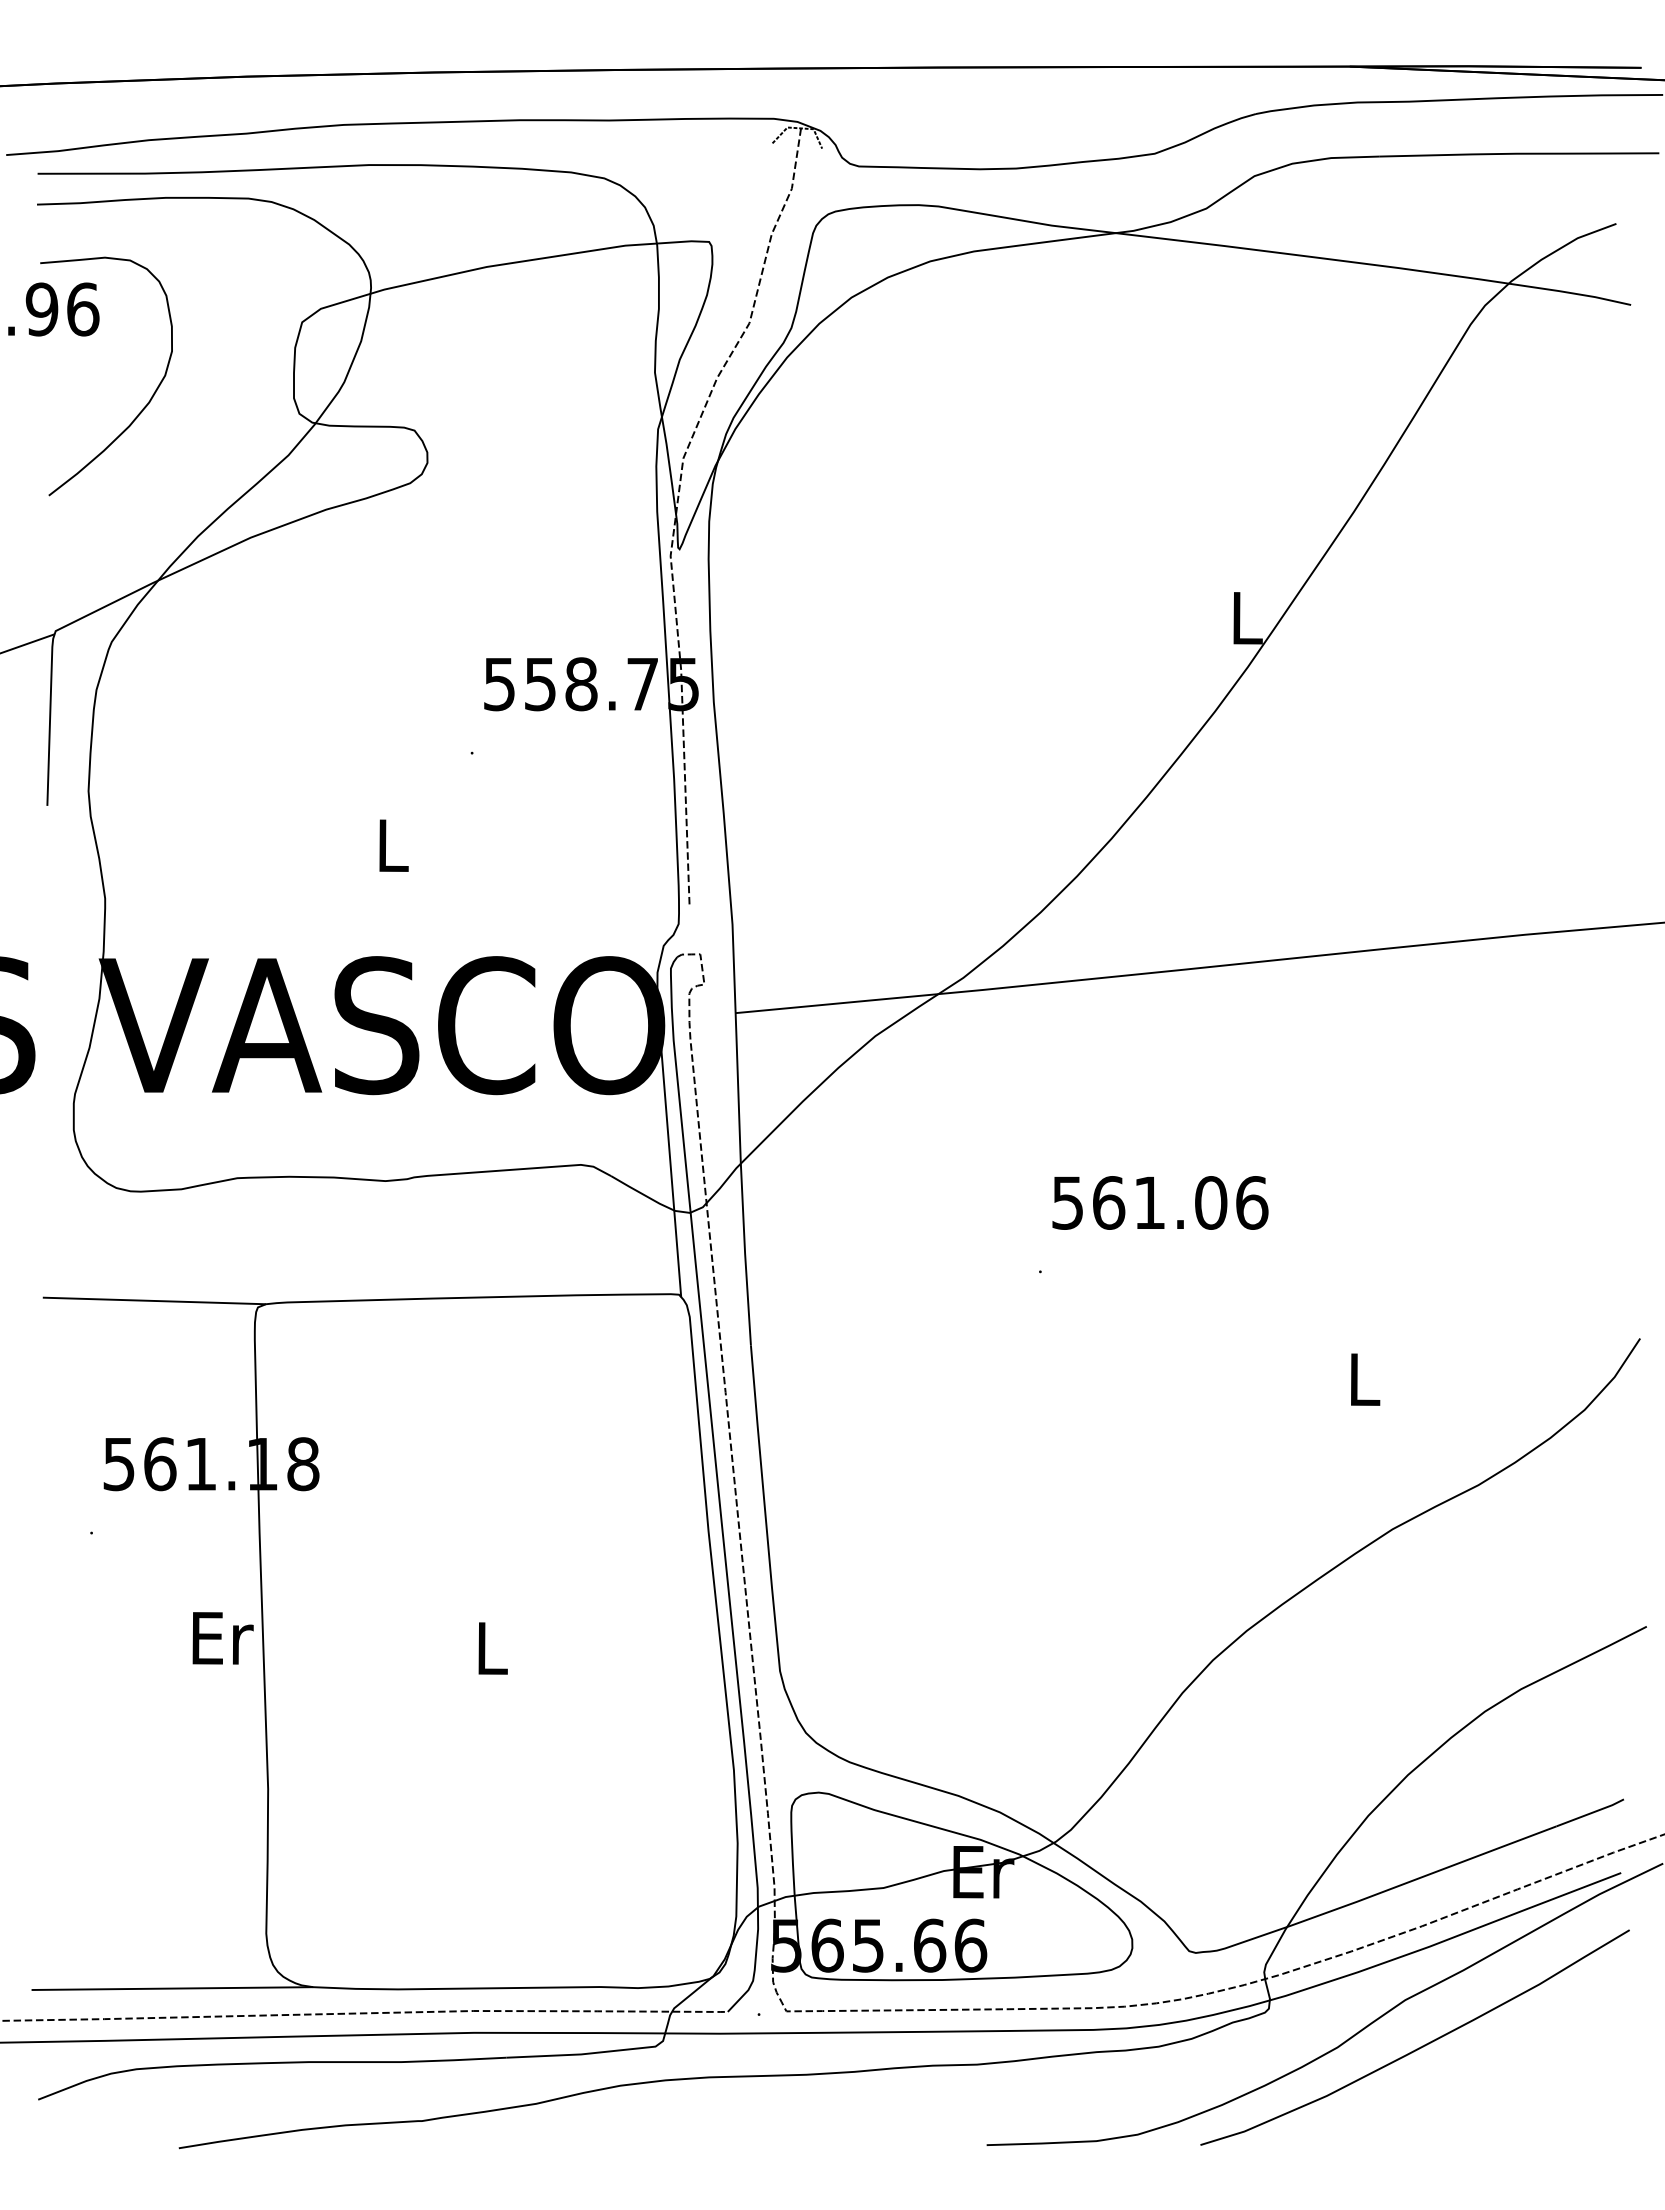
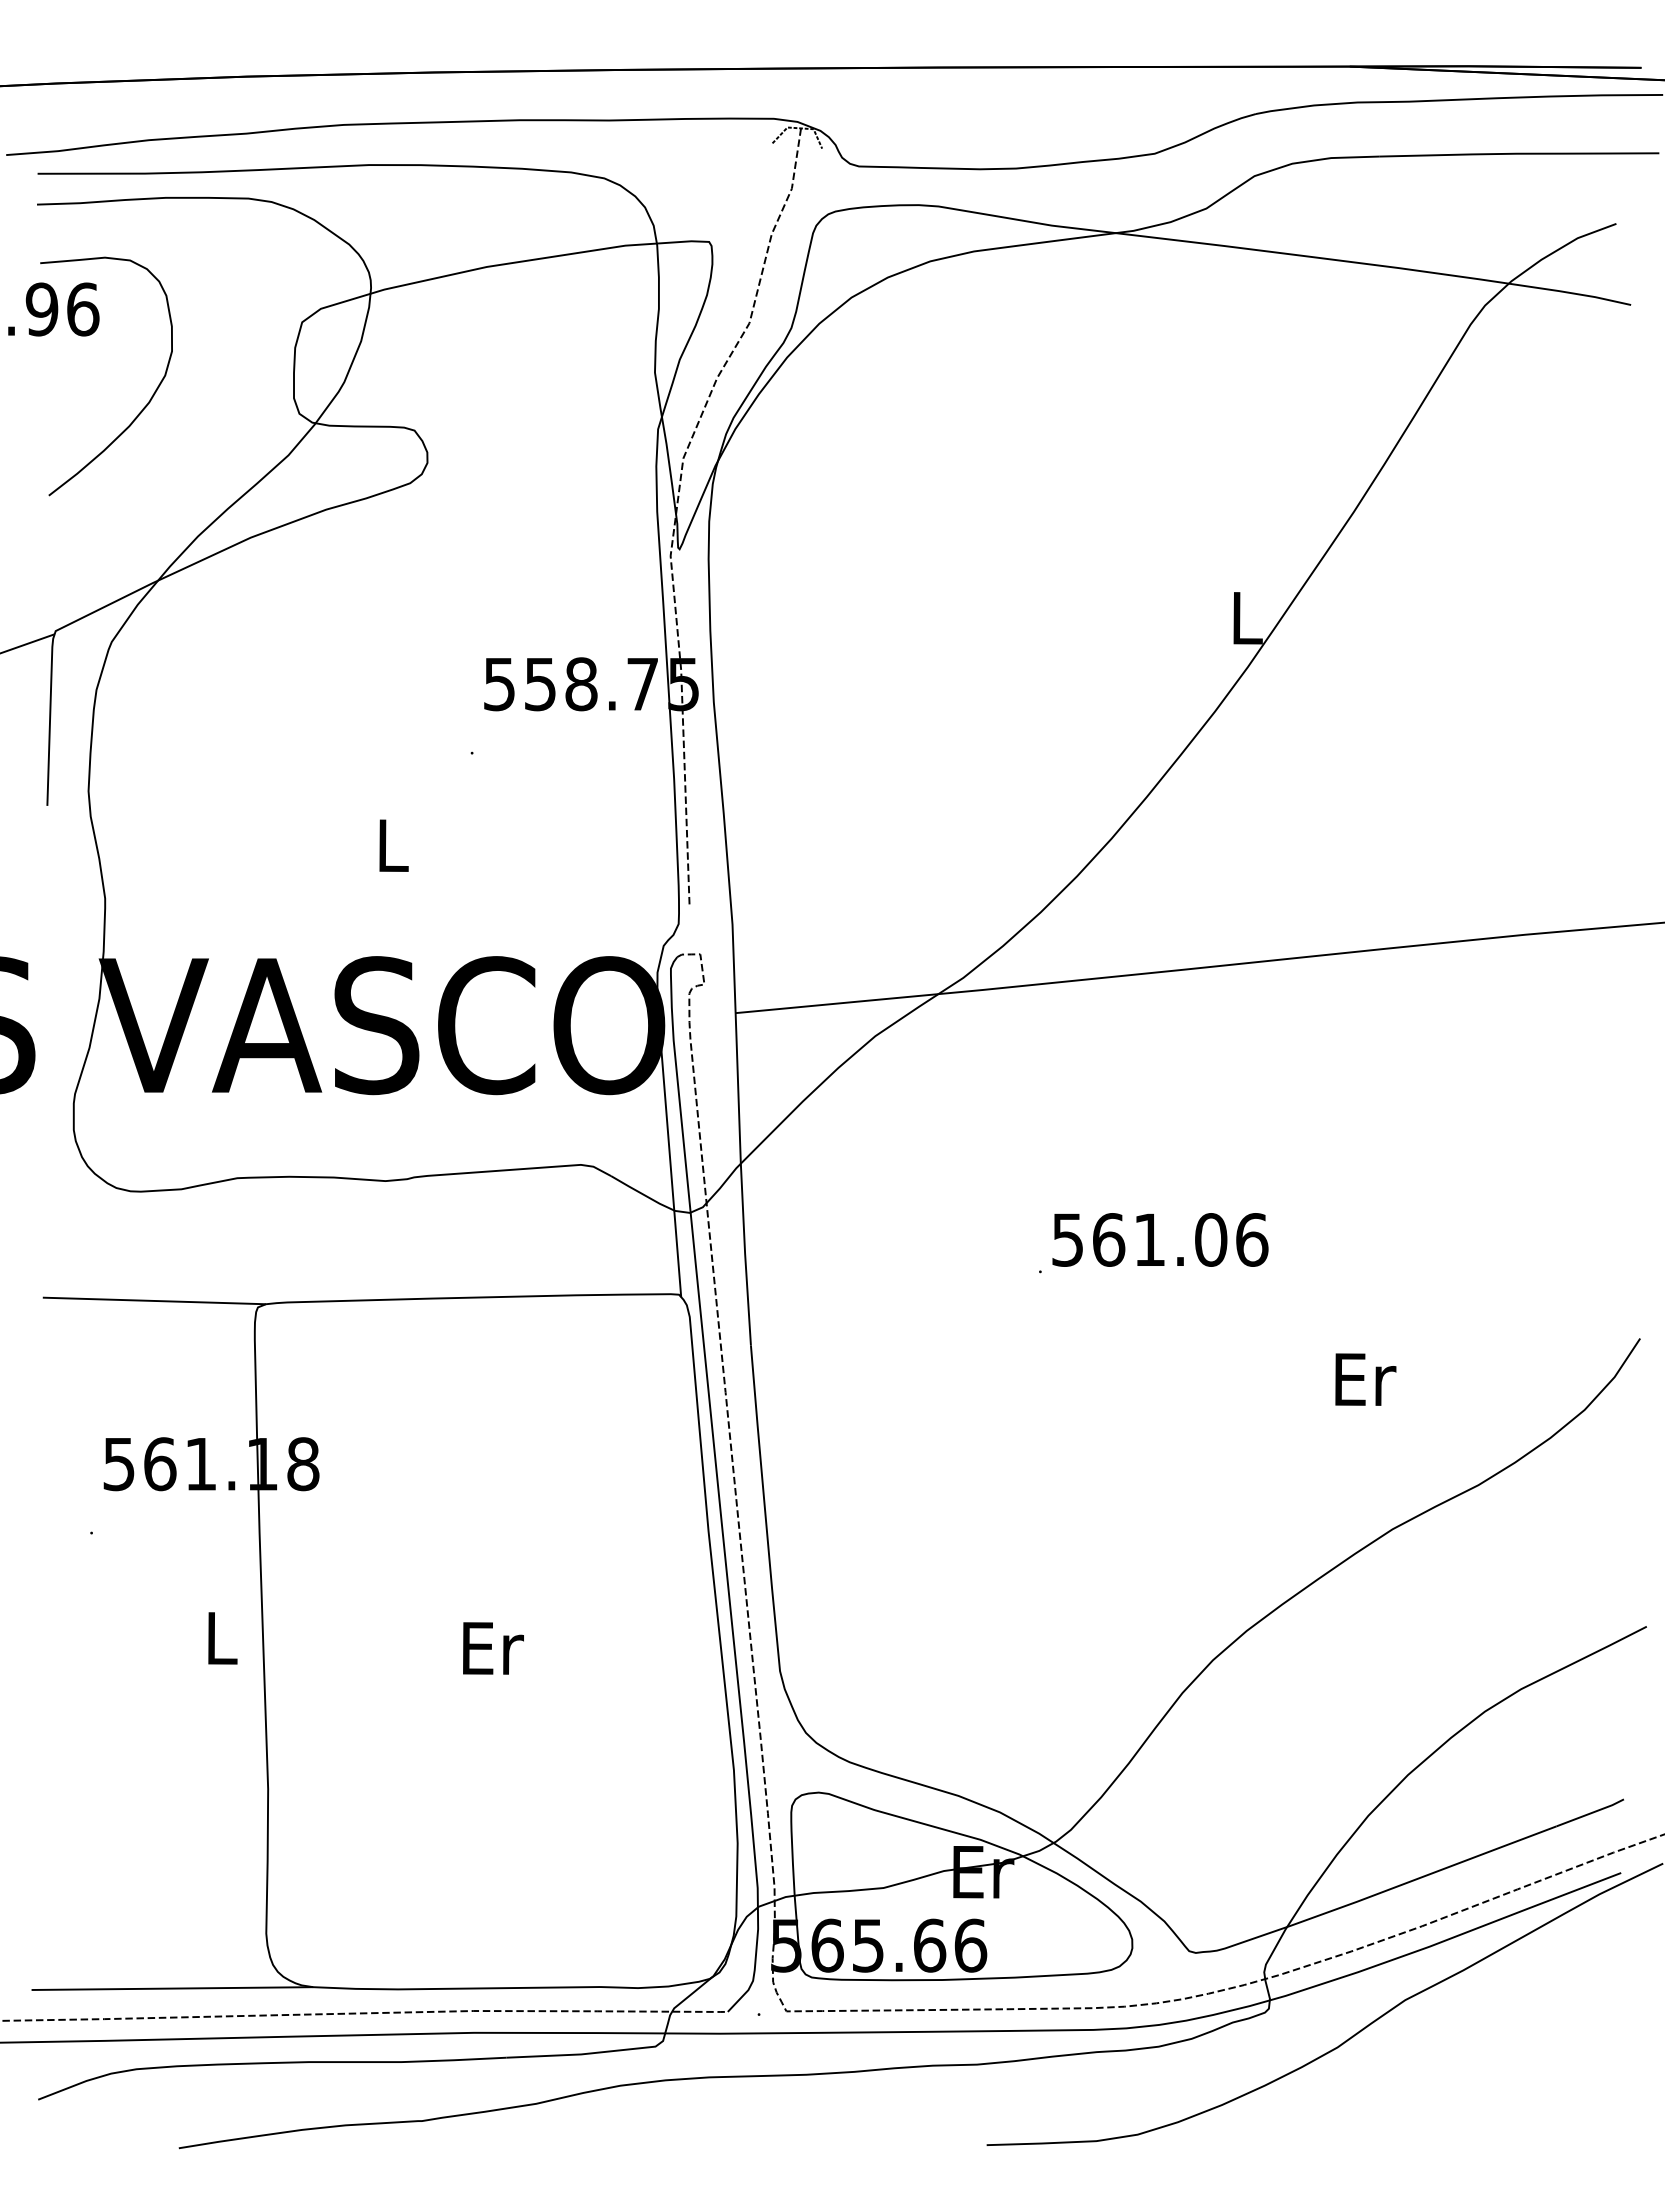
text at (1160, 1202) position: (1160, 1202) -> (1160, 1239)
text at (1365, 1379): L -> Er
text at (222, 1638): Er -> L
text at (493, 1648): L -> Er
curve at (1418, 2047): present -> none
